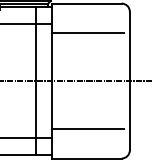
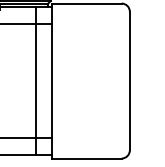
line at (87, 33): present -> none
line at (76, 81): present -> none
line at (87, 128): present -> none
